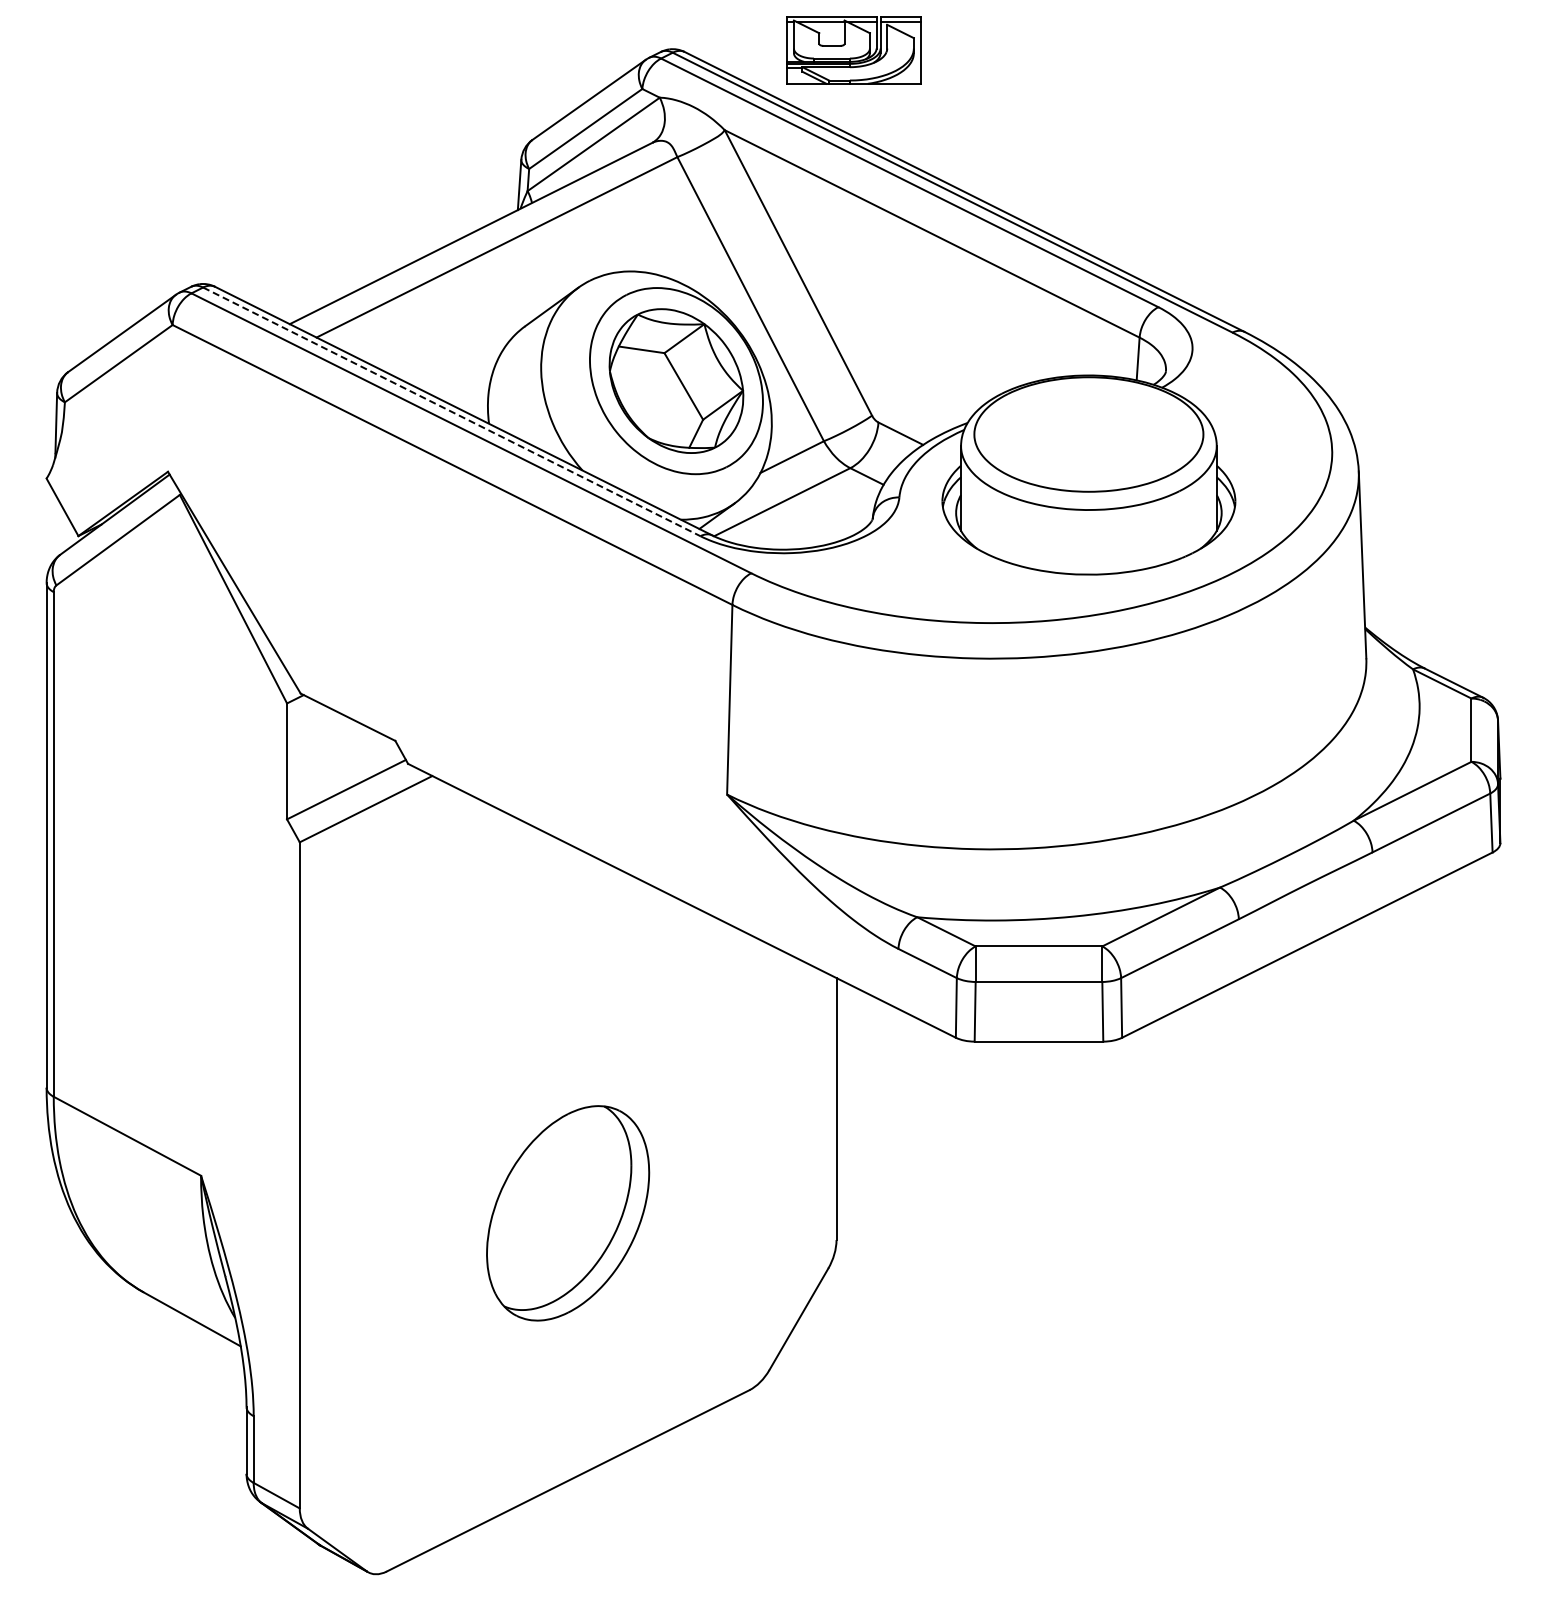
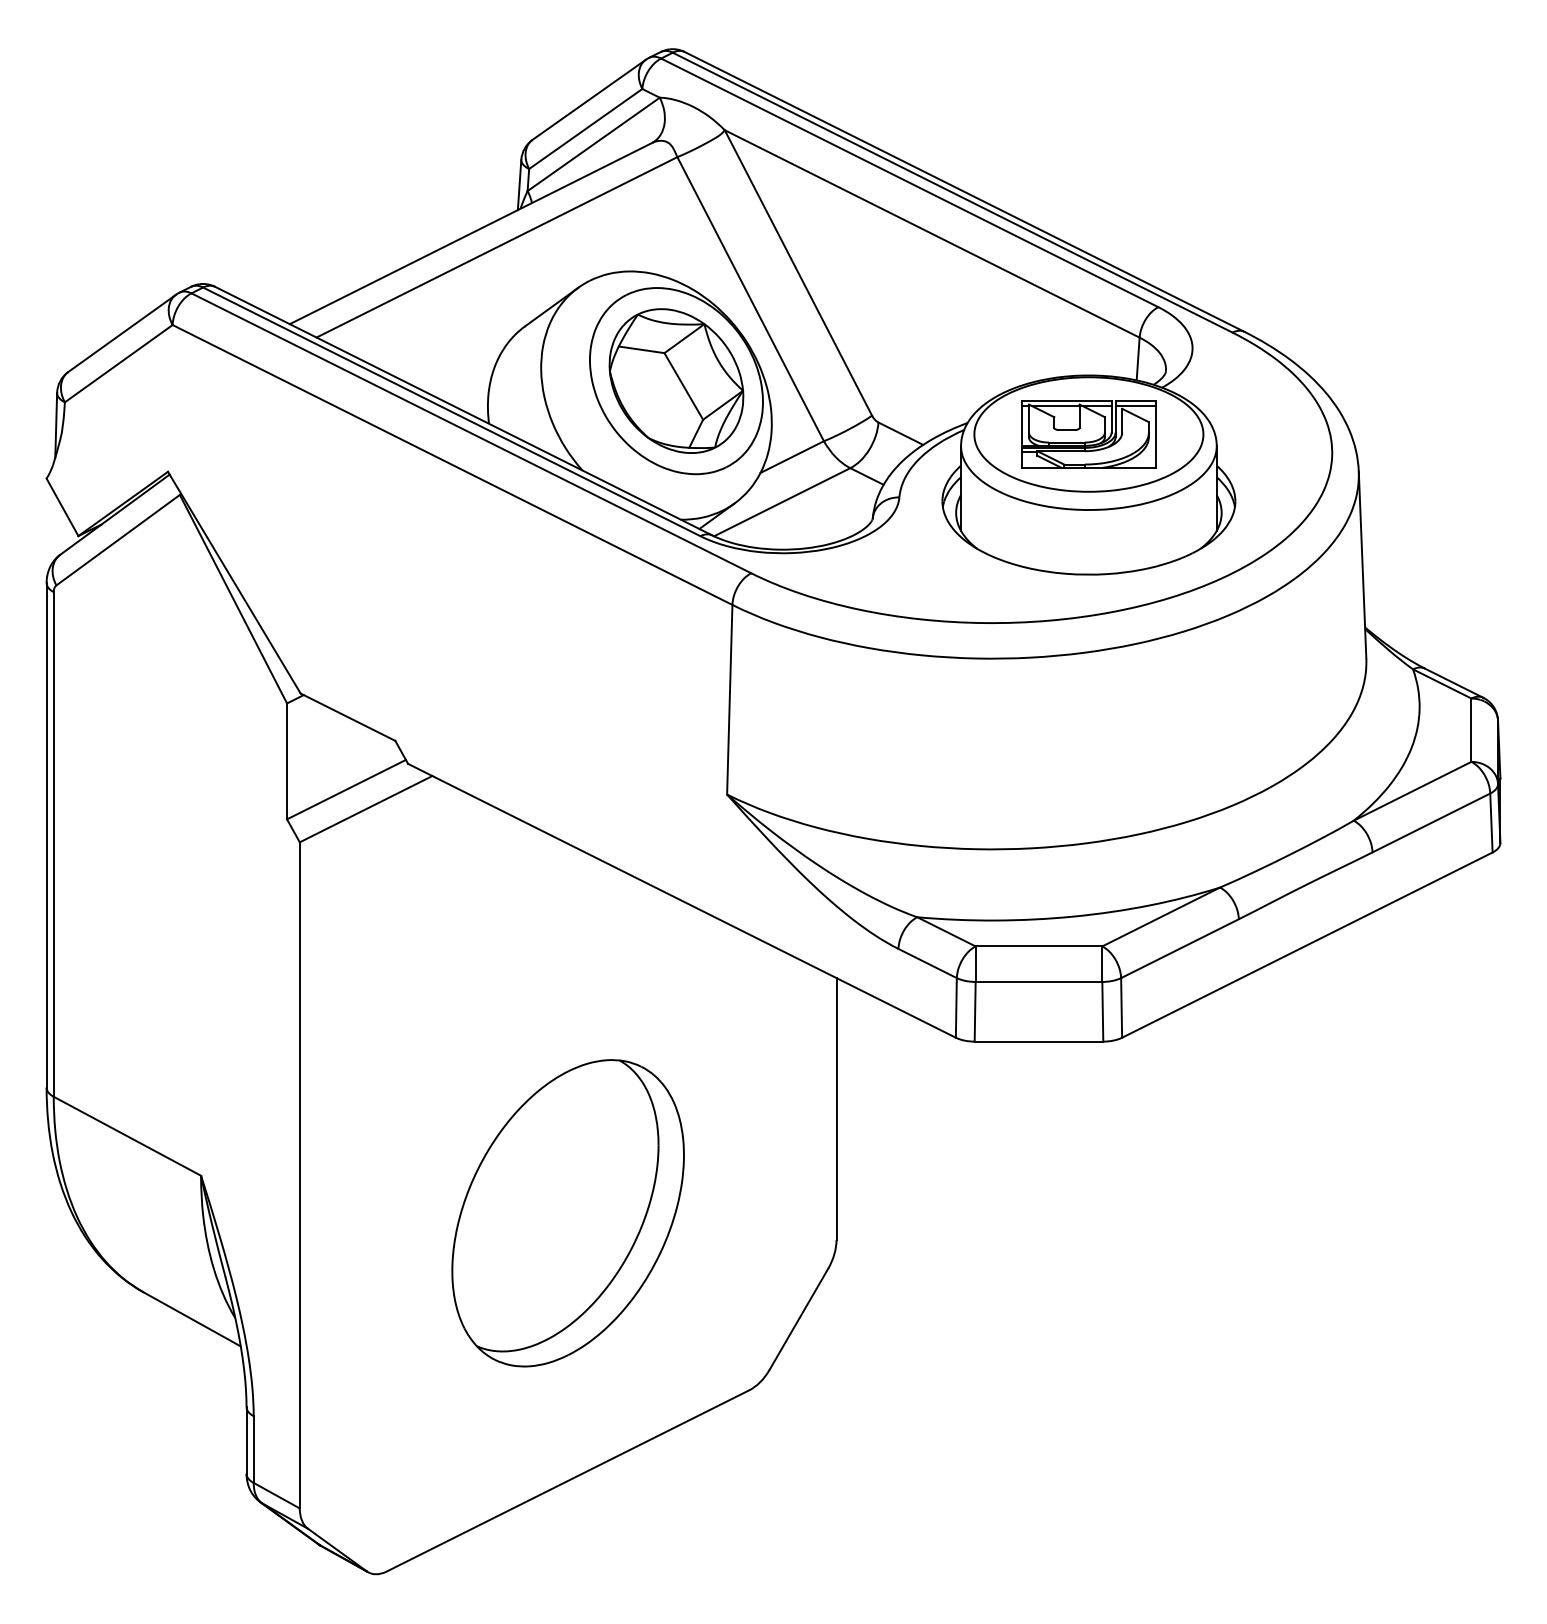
part at (853, 50) position: (853, 50) -> (1088, 434)
line at (451, 411): dashed -> solid
part at (568, 1213) size: 165x217 px -> 234x309 px
